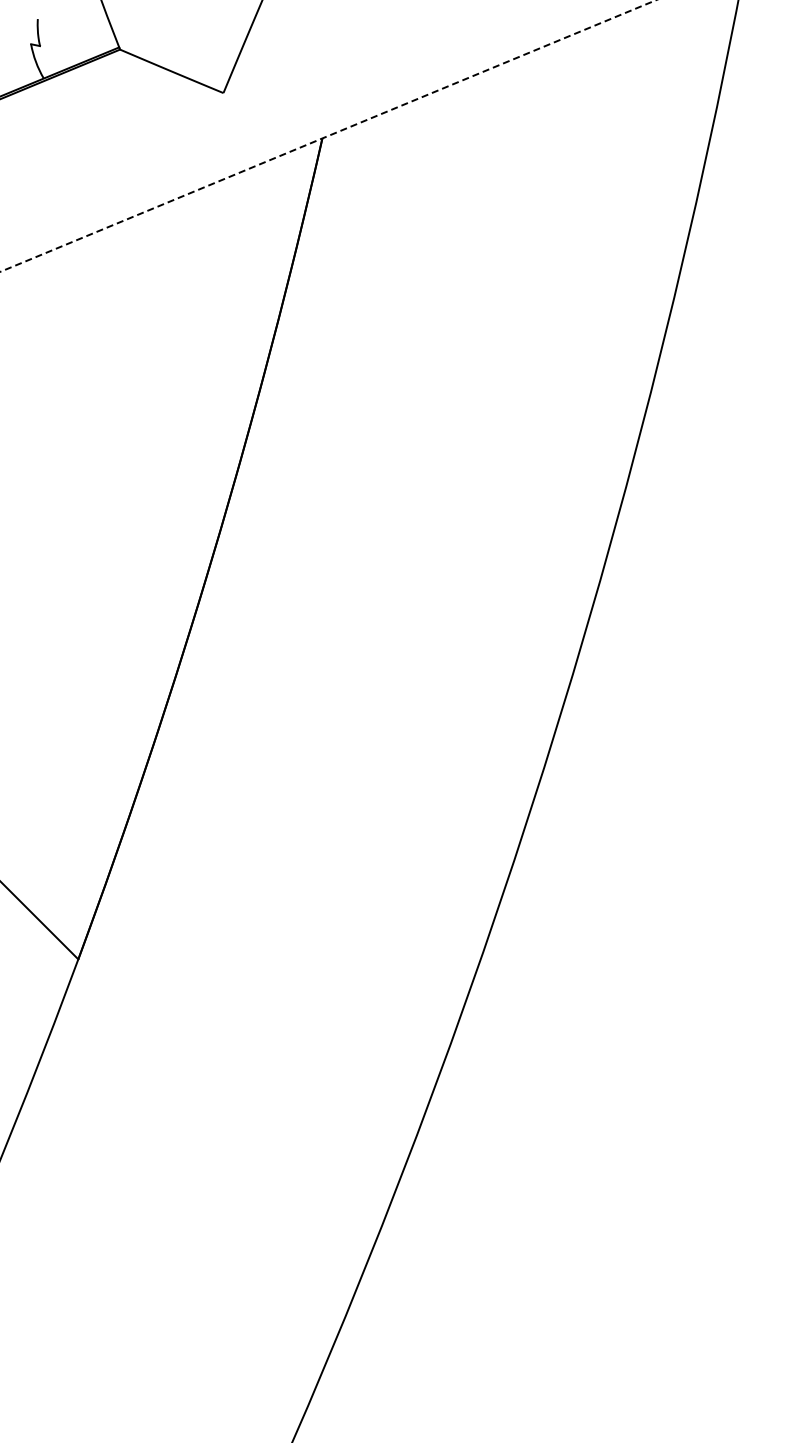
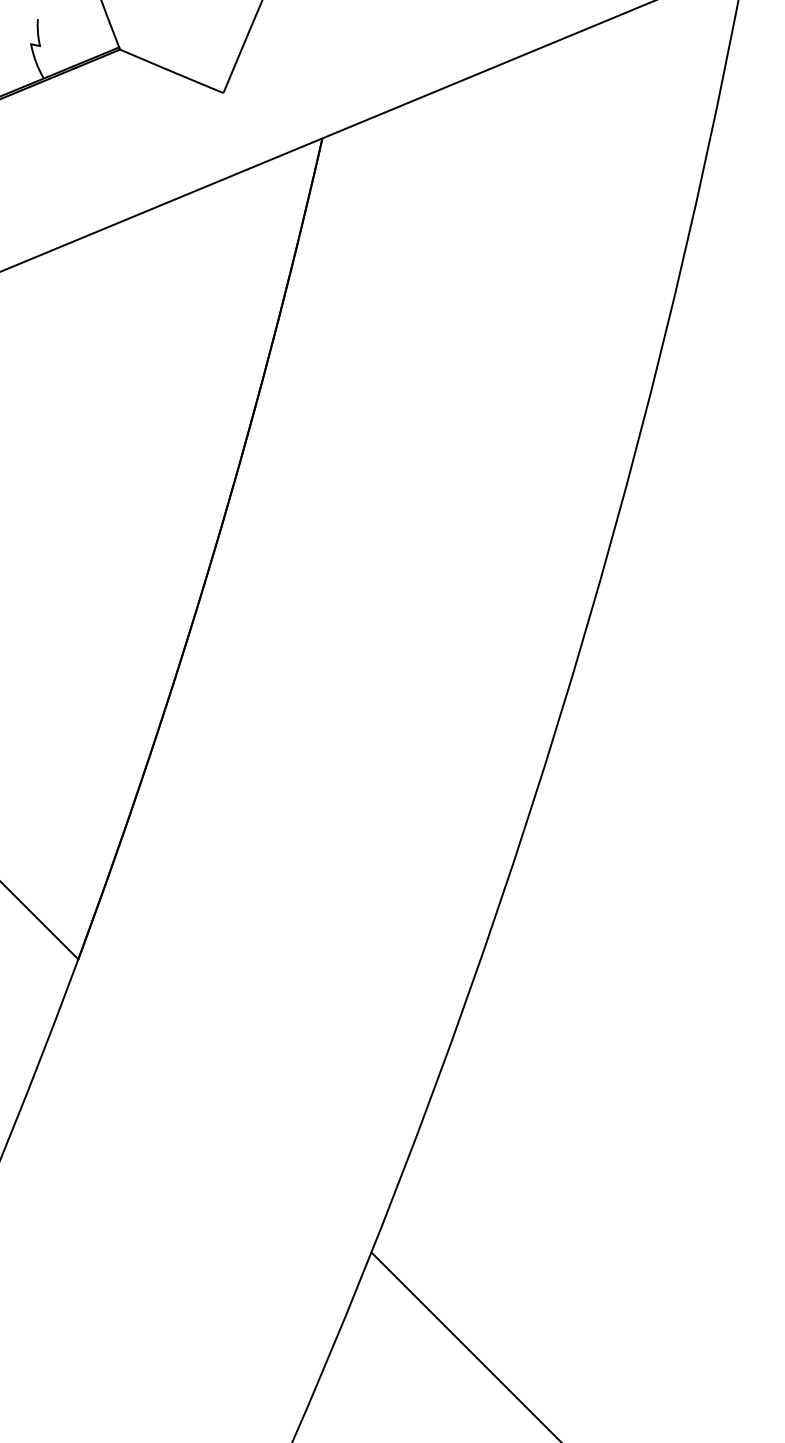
line at (328, 135): dashed -> solid
line at (464, 1345): none -> present
